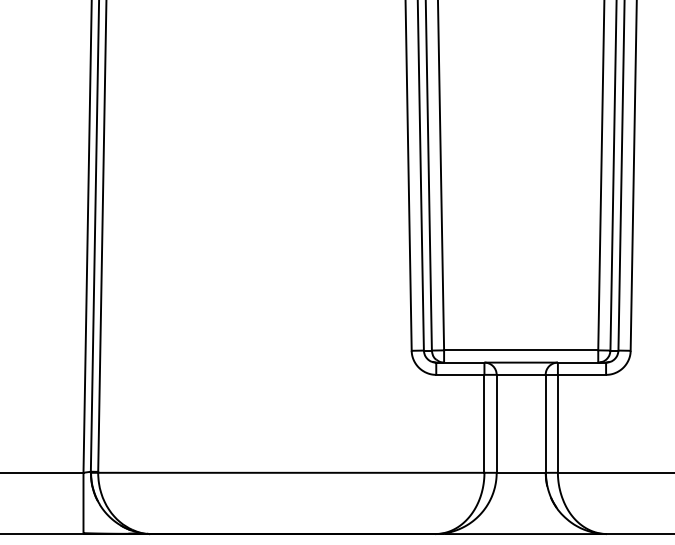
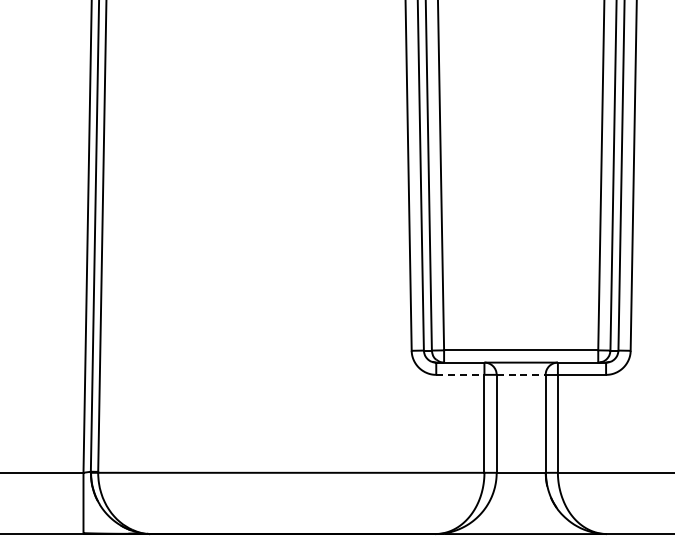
line at (460, 374): solid -> dashed
line at (521, 374): solid -> dashed
